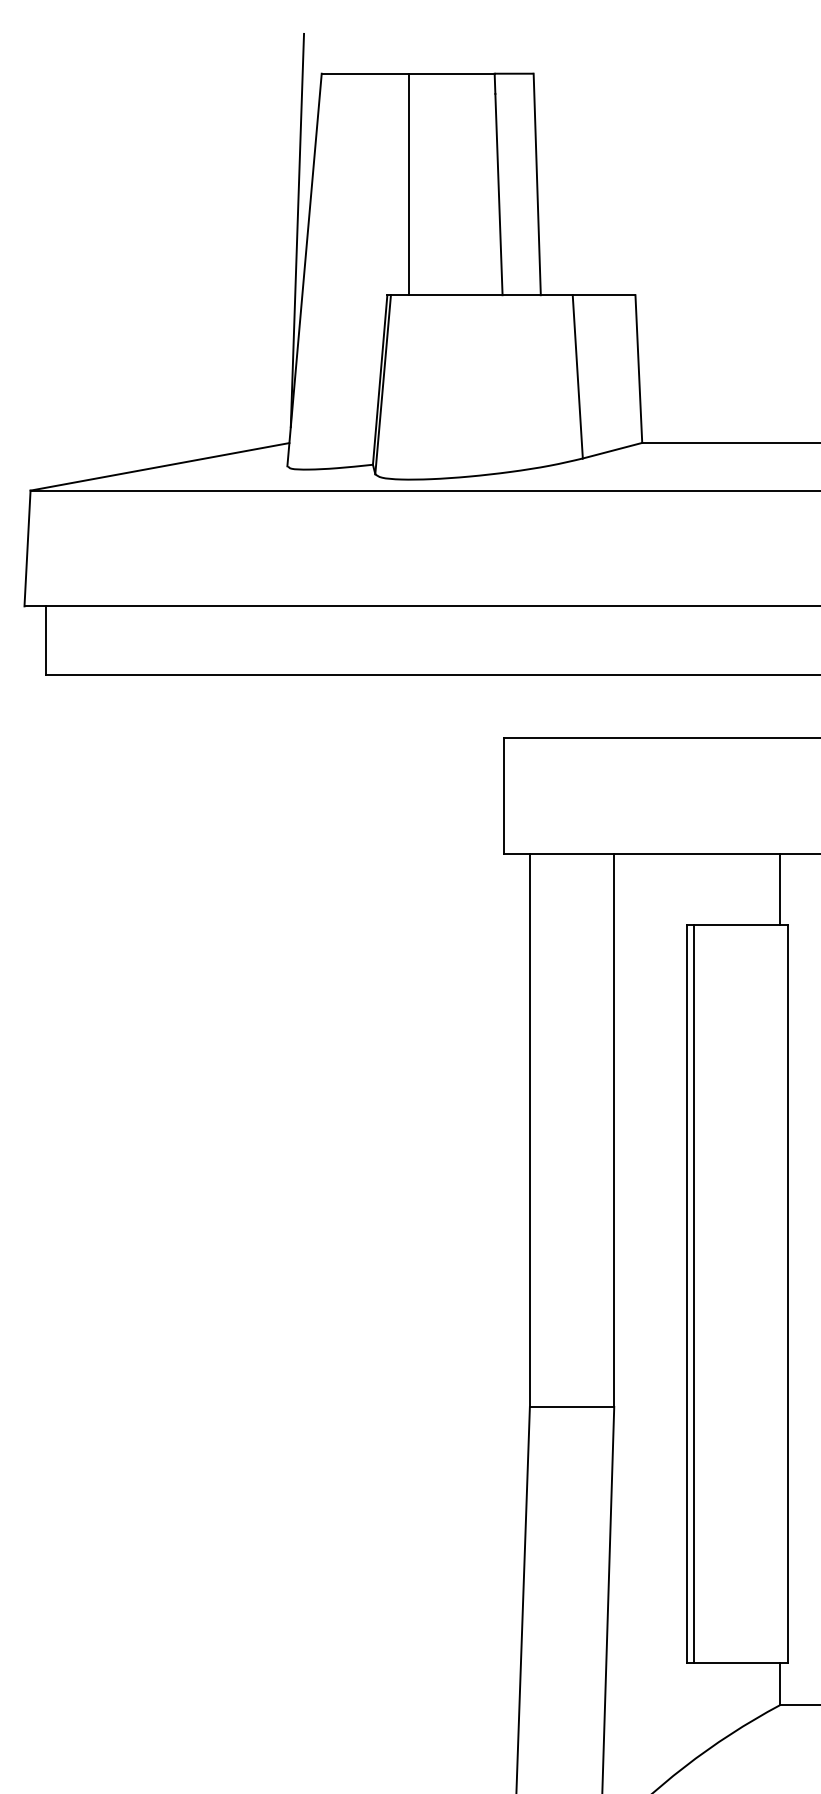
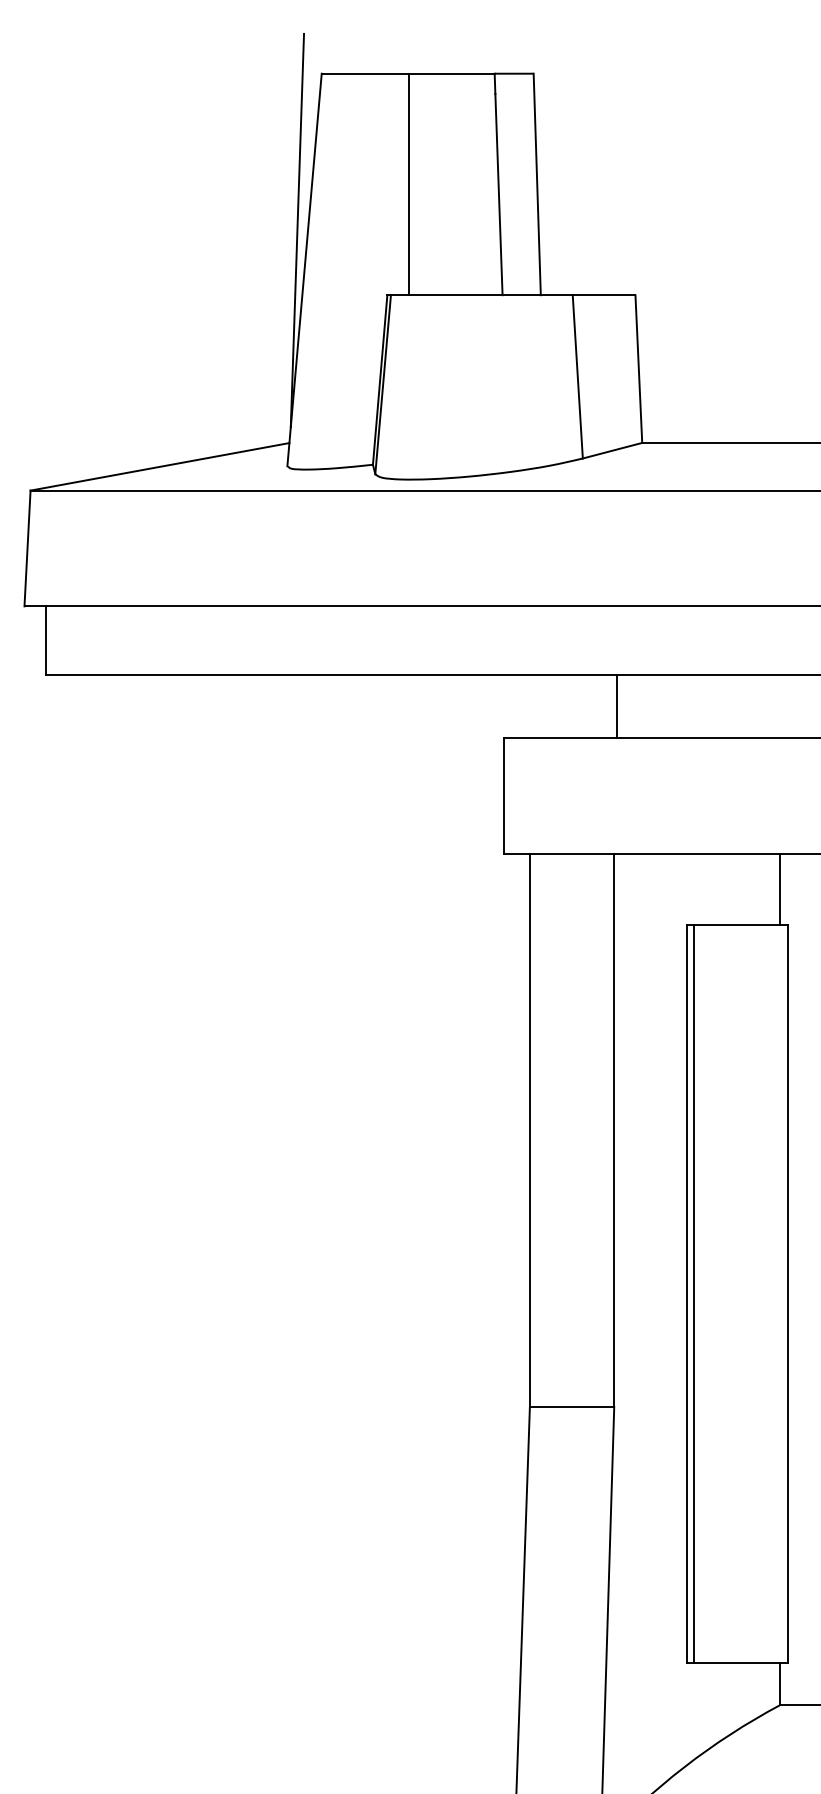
line at (617, 706): none -> present
